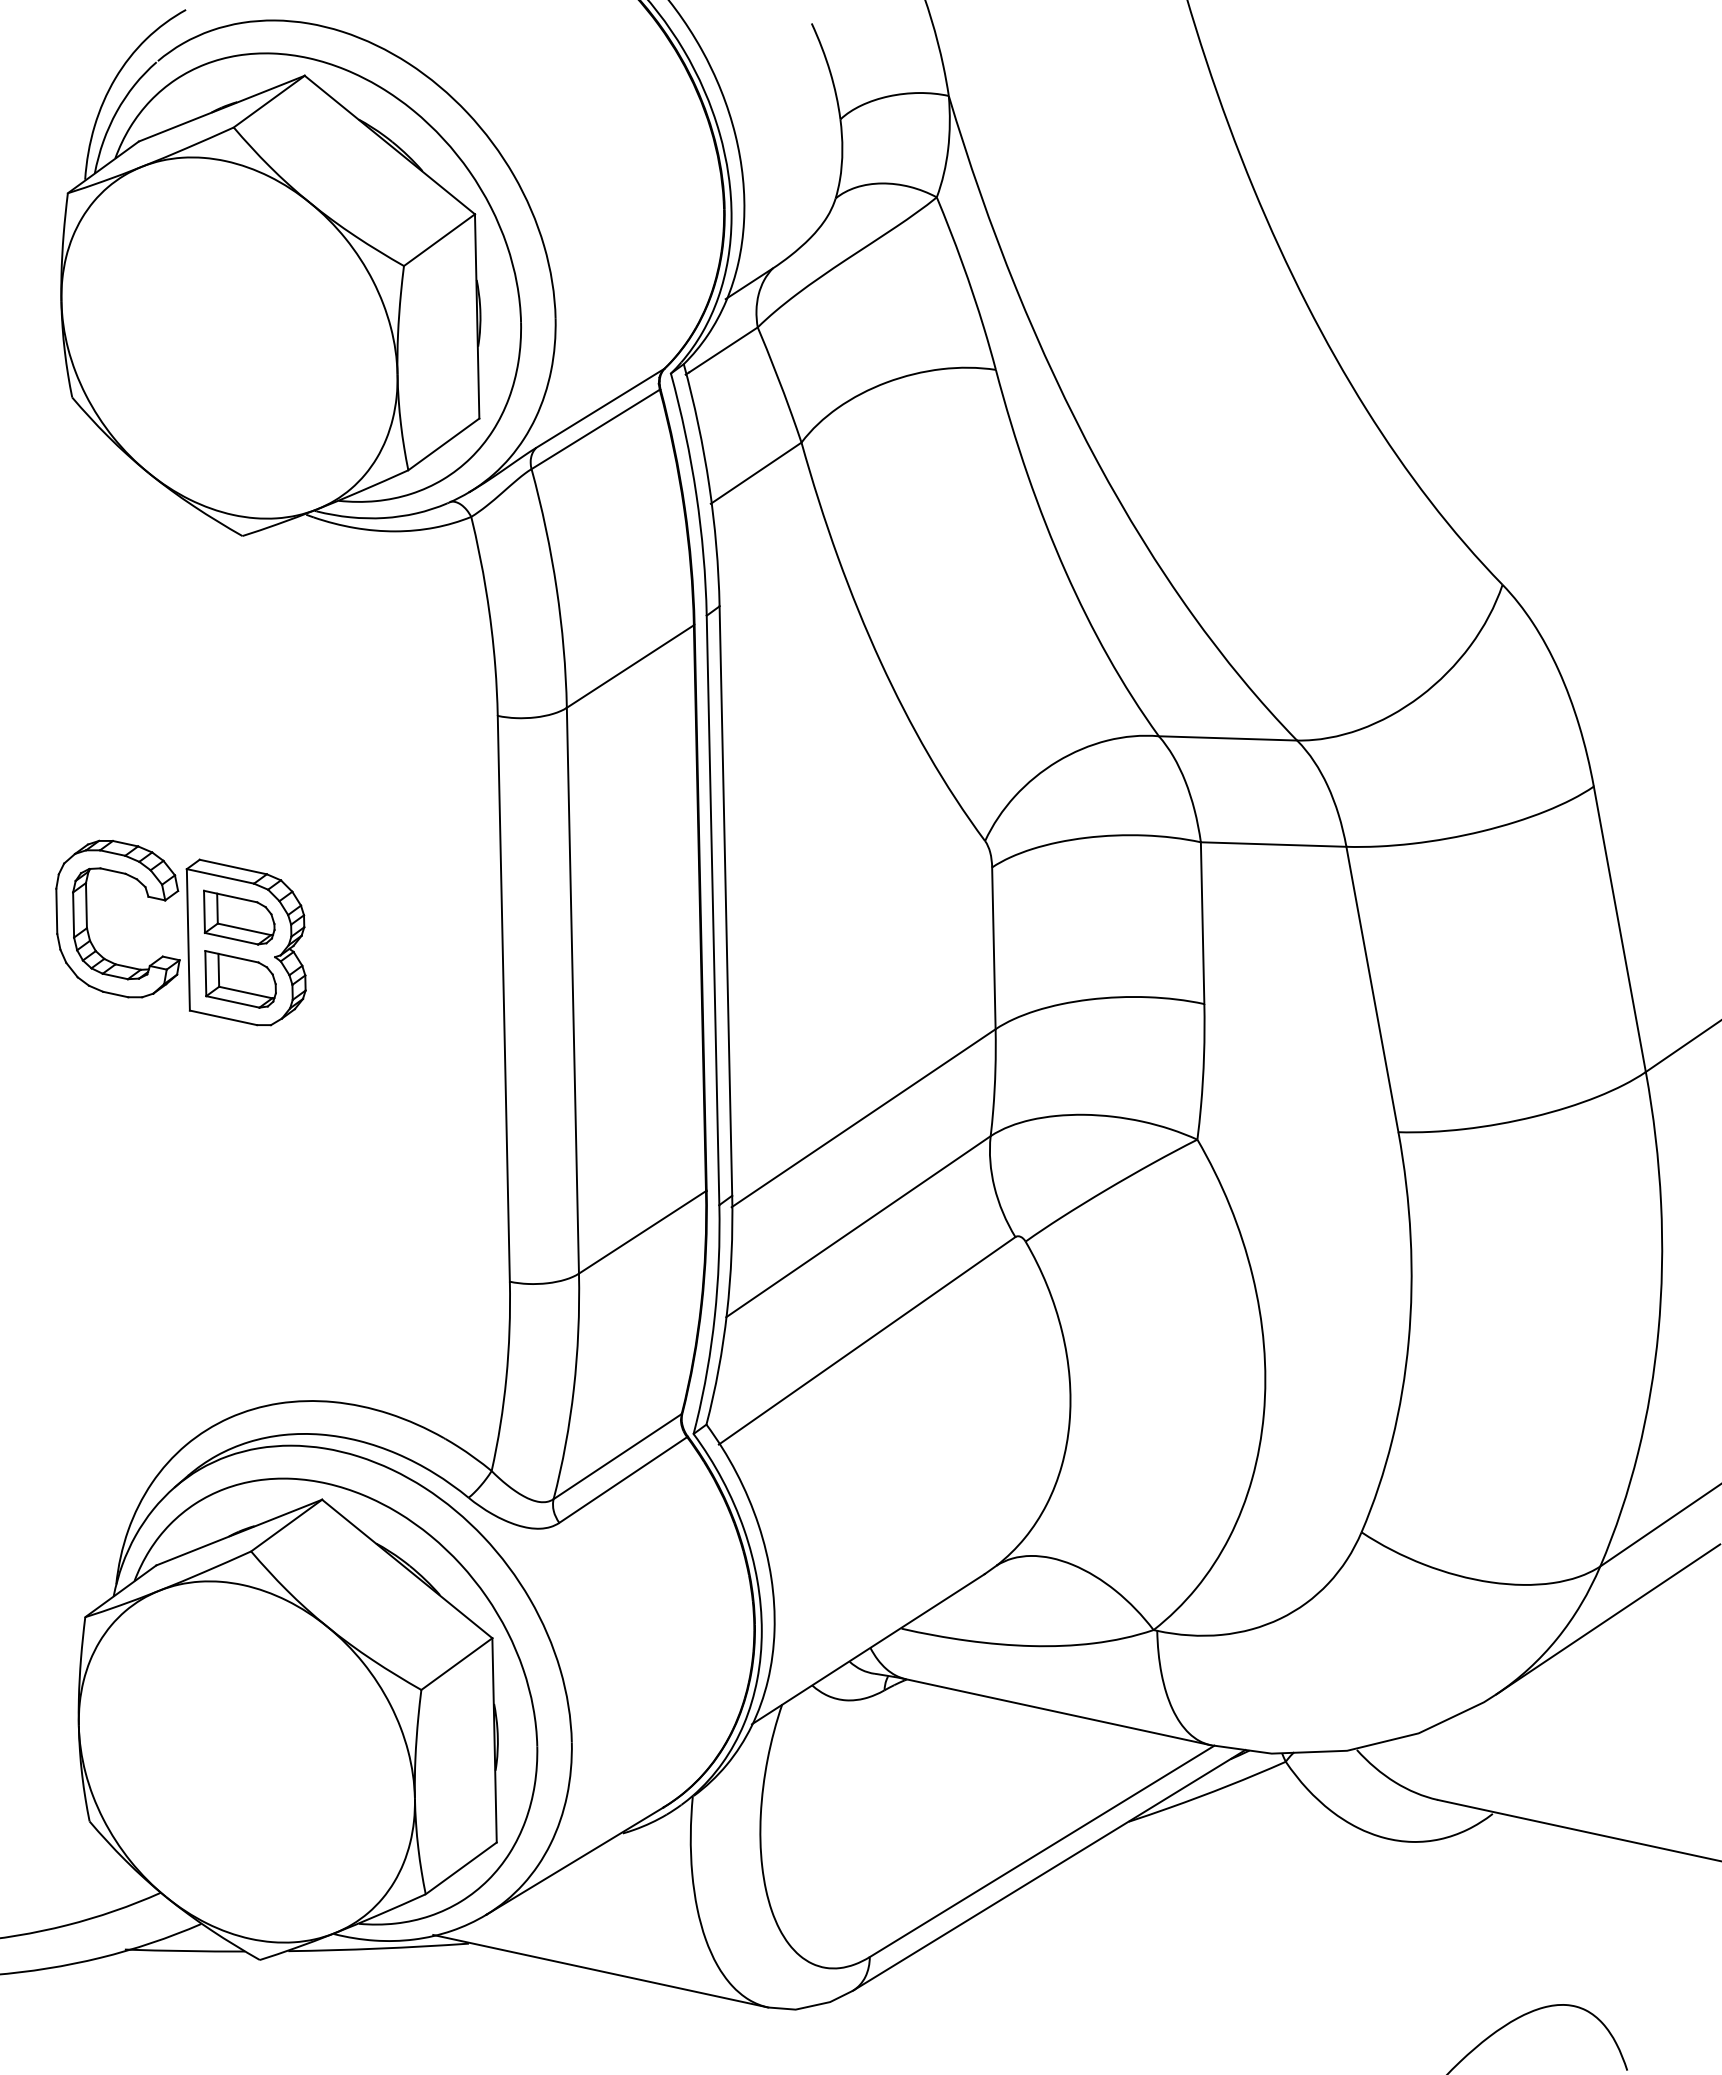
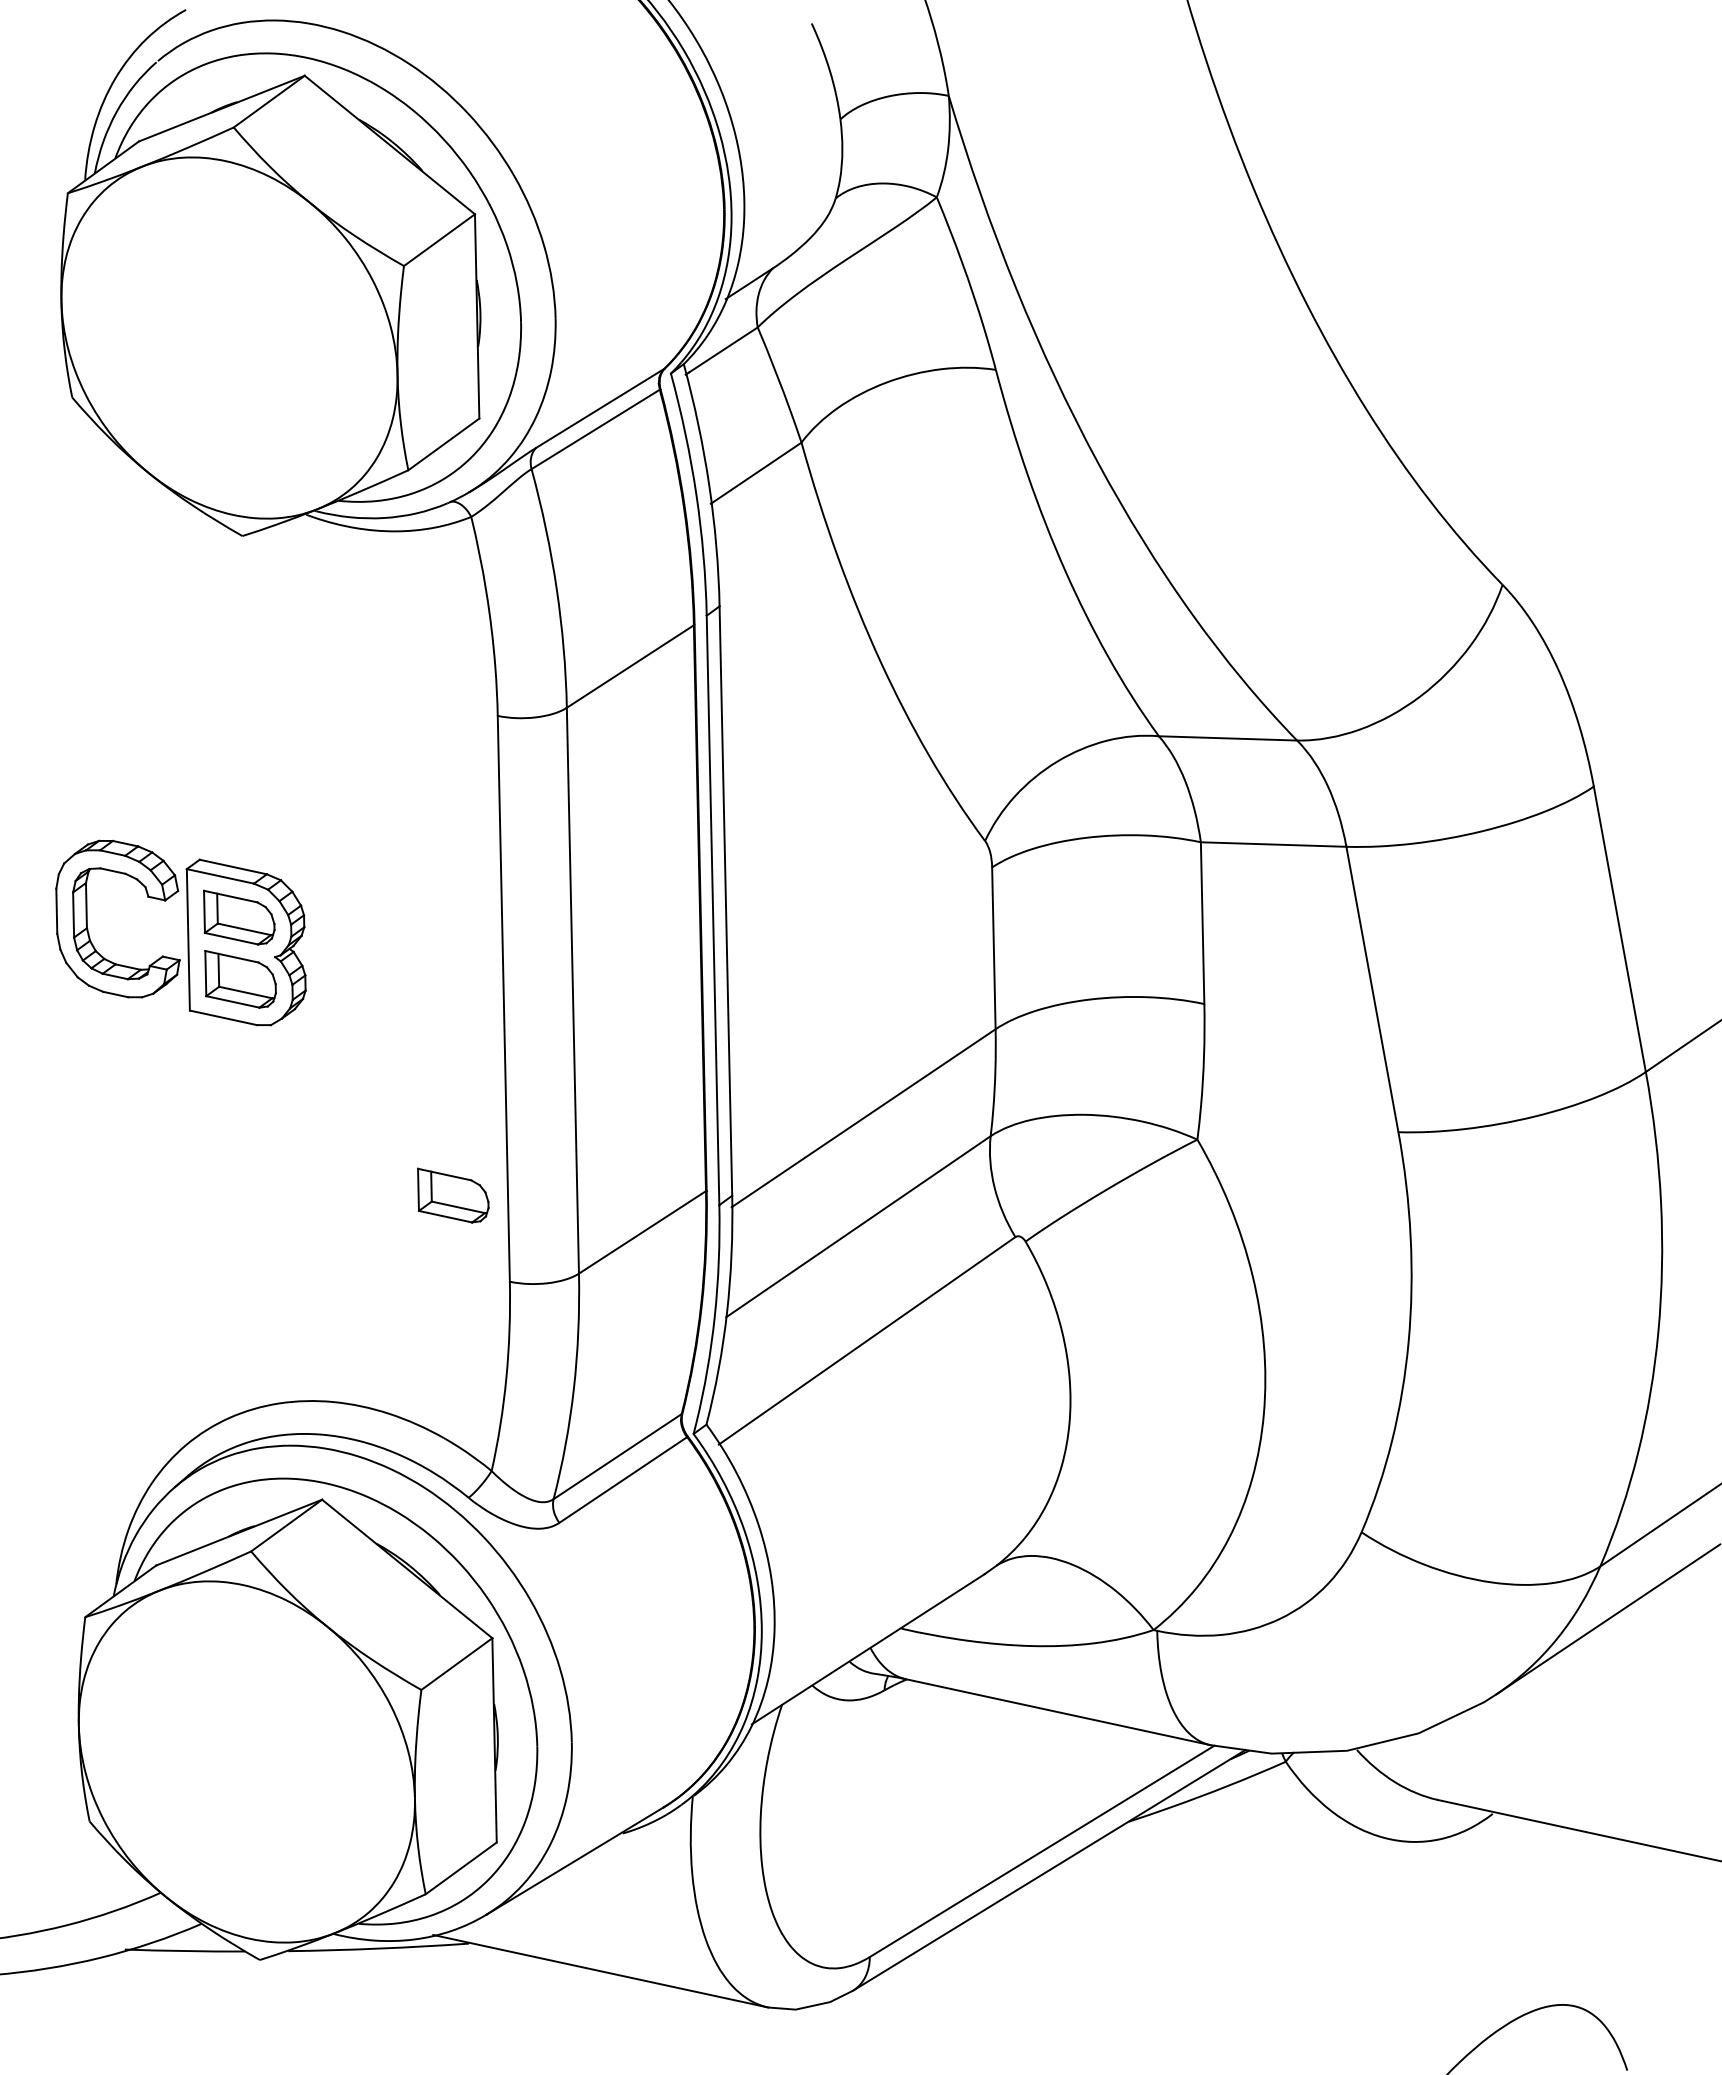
part at (453, 1195): none -> present
